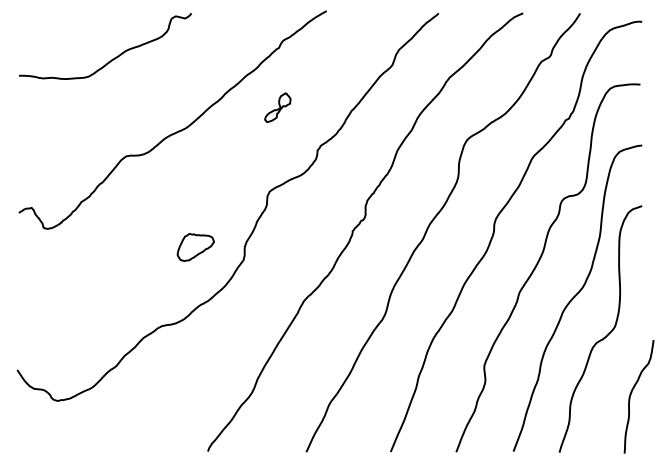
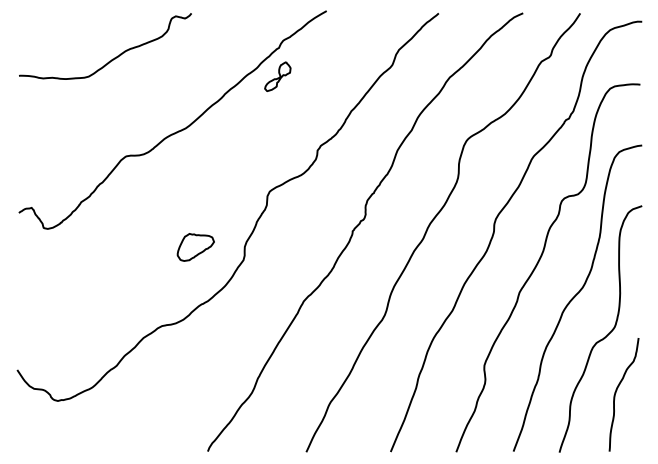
part at (277, 107) position: (277, 107) -> (277, 76)
curve at (631, 395) position: (631, 395) -> (616, 393)
